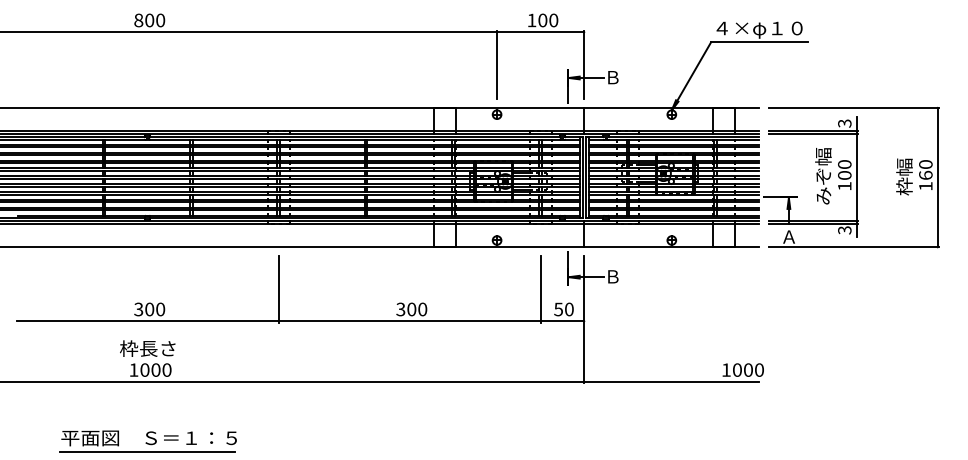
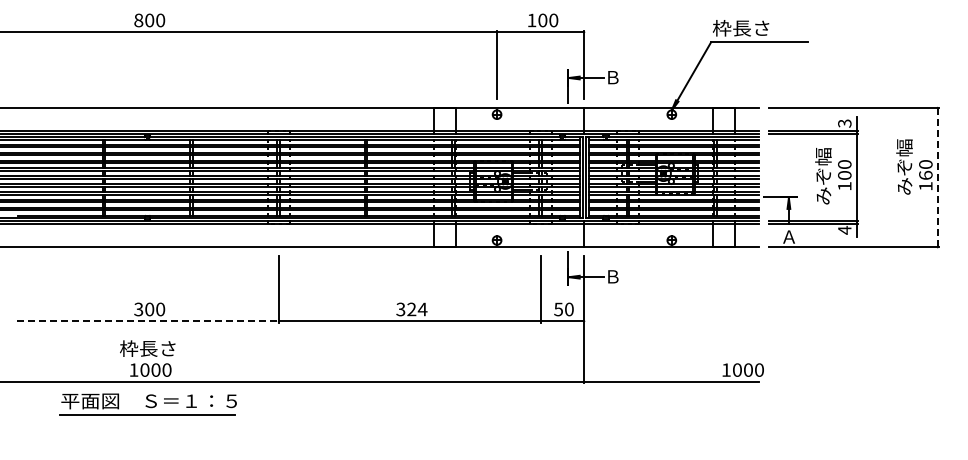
text at (757, 29): ４×φ１０ -> 枠長さ
text at (904, 167): 枠幅 -> みぞ幅
line at (937, 177): solid -> dashed
text at (844, 229): 3 -> 4
text at (417, 309): 300 -> 324
line at (148, 321): solid -> dashed
part at (147, 441) position: (147, 441) -> (147, 404)
